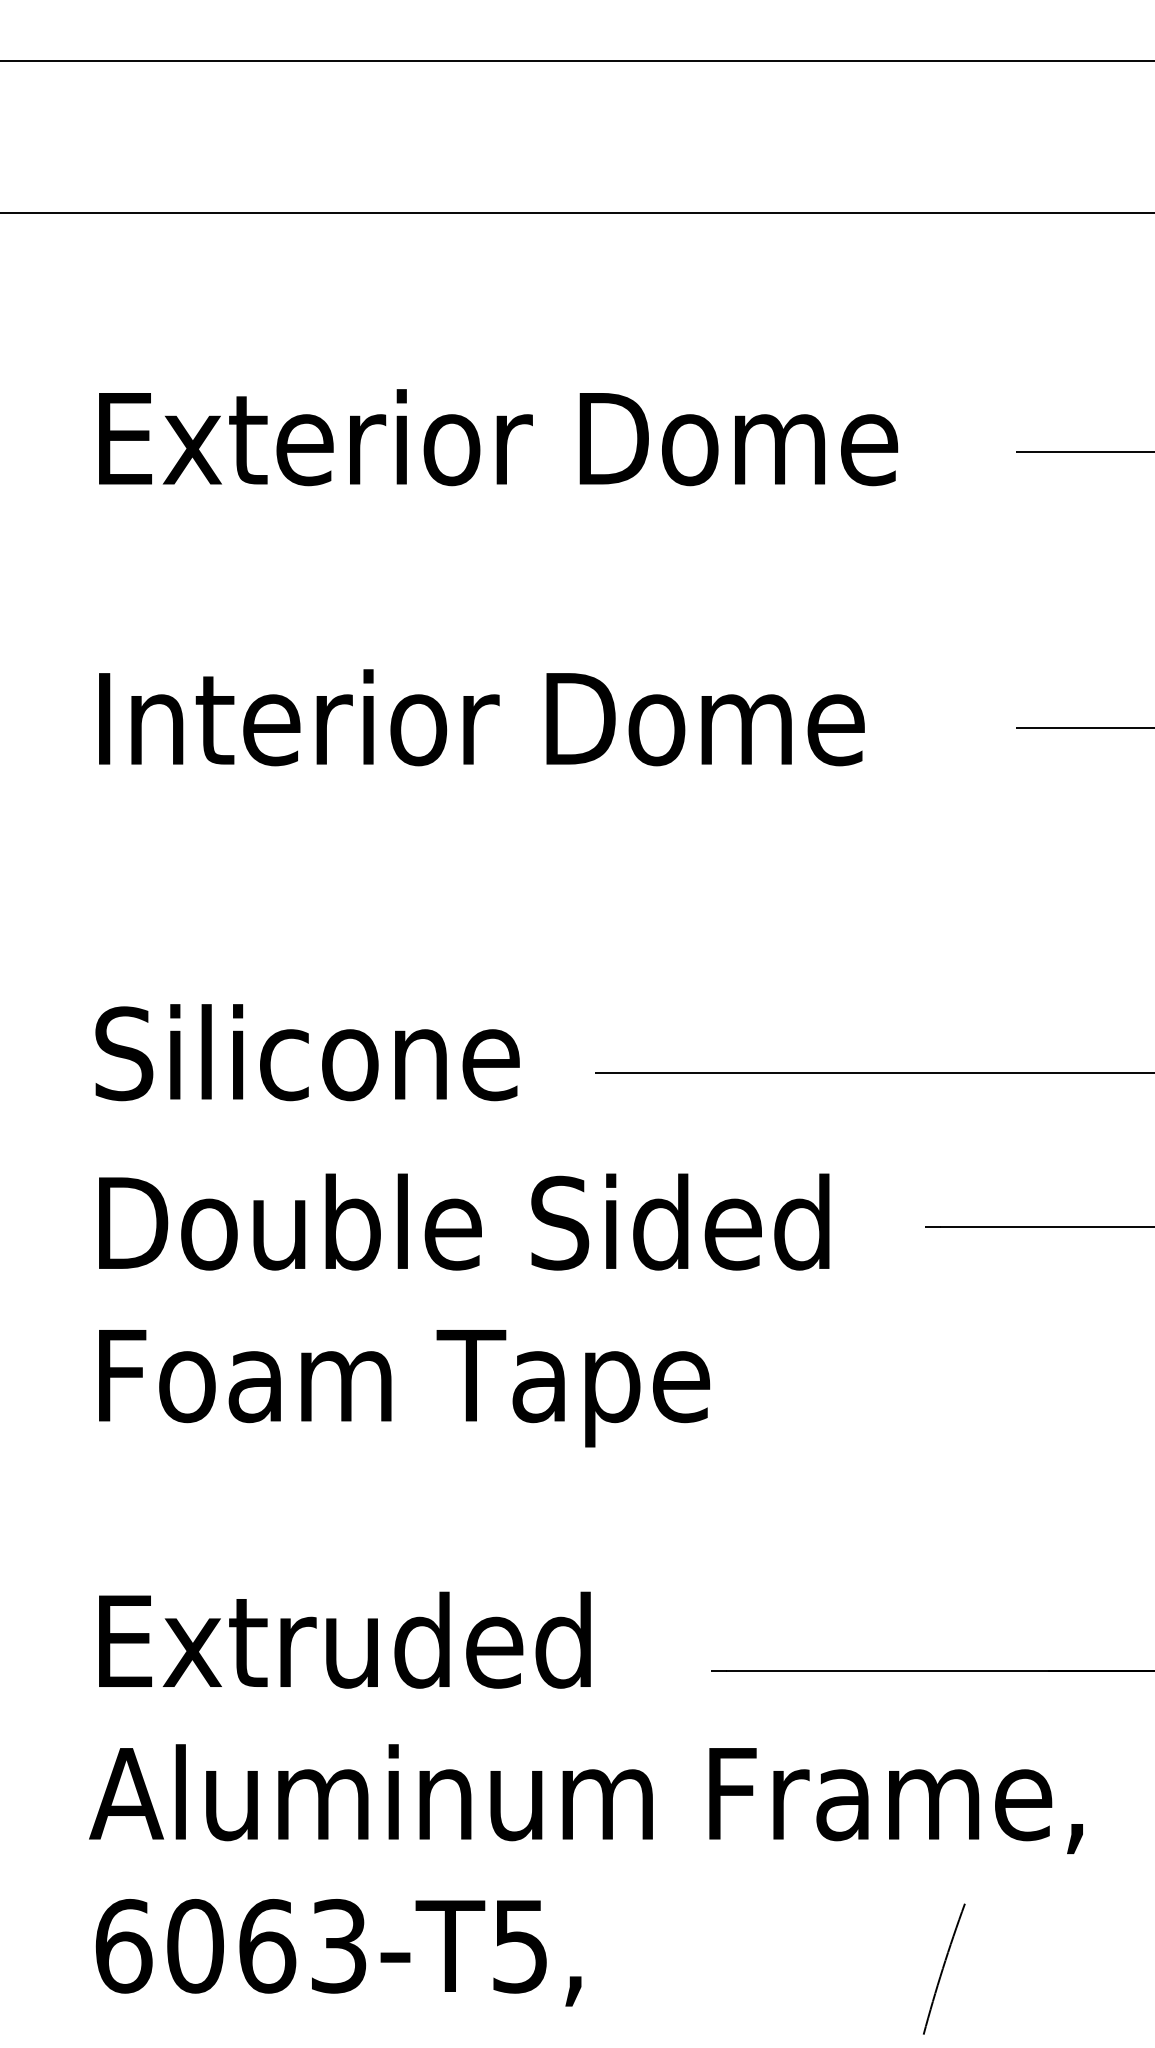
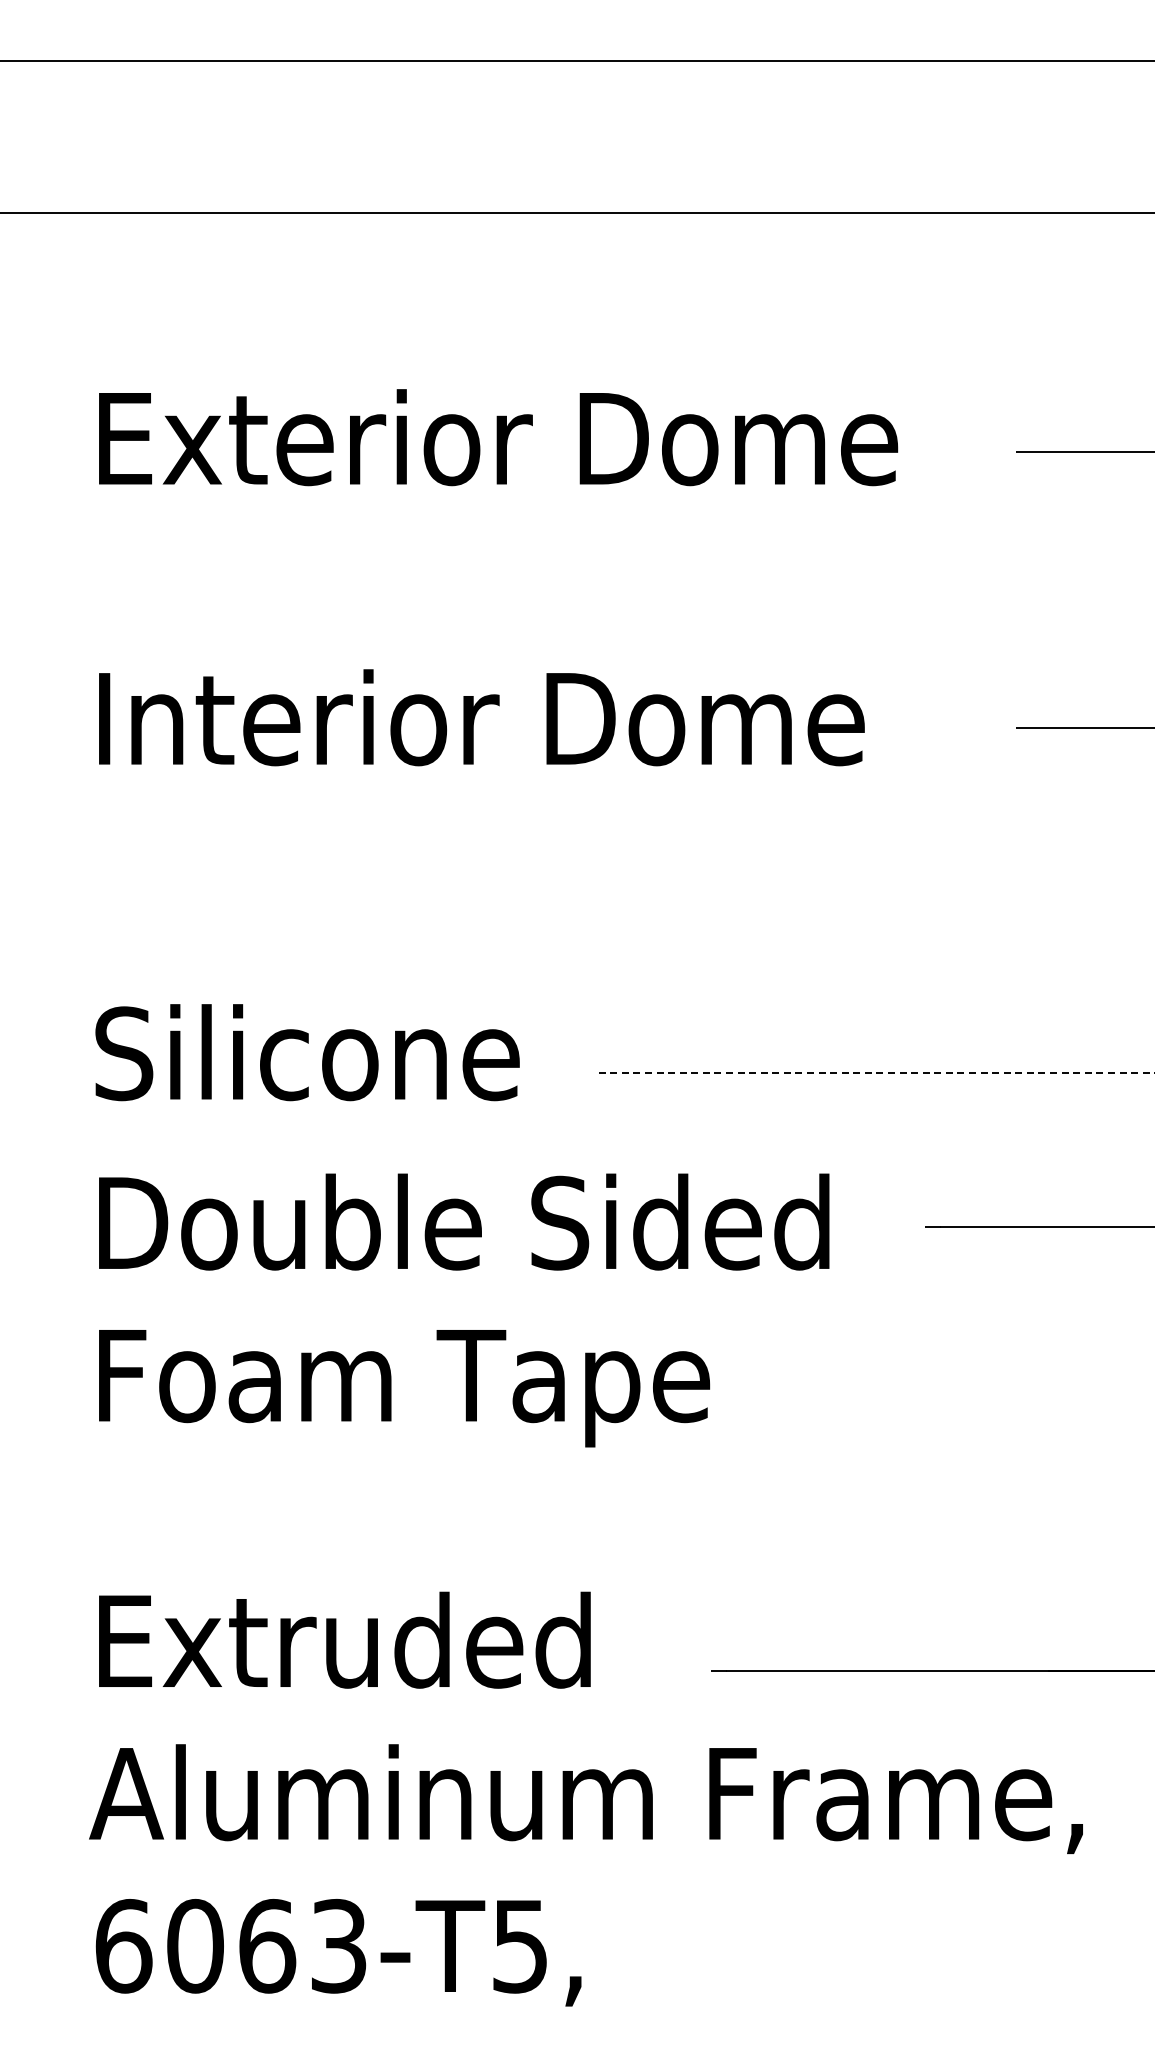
line at (874, 1073): solid -> dashed
arc at (944, 1967): present -> none
